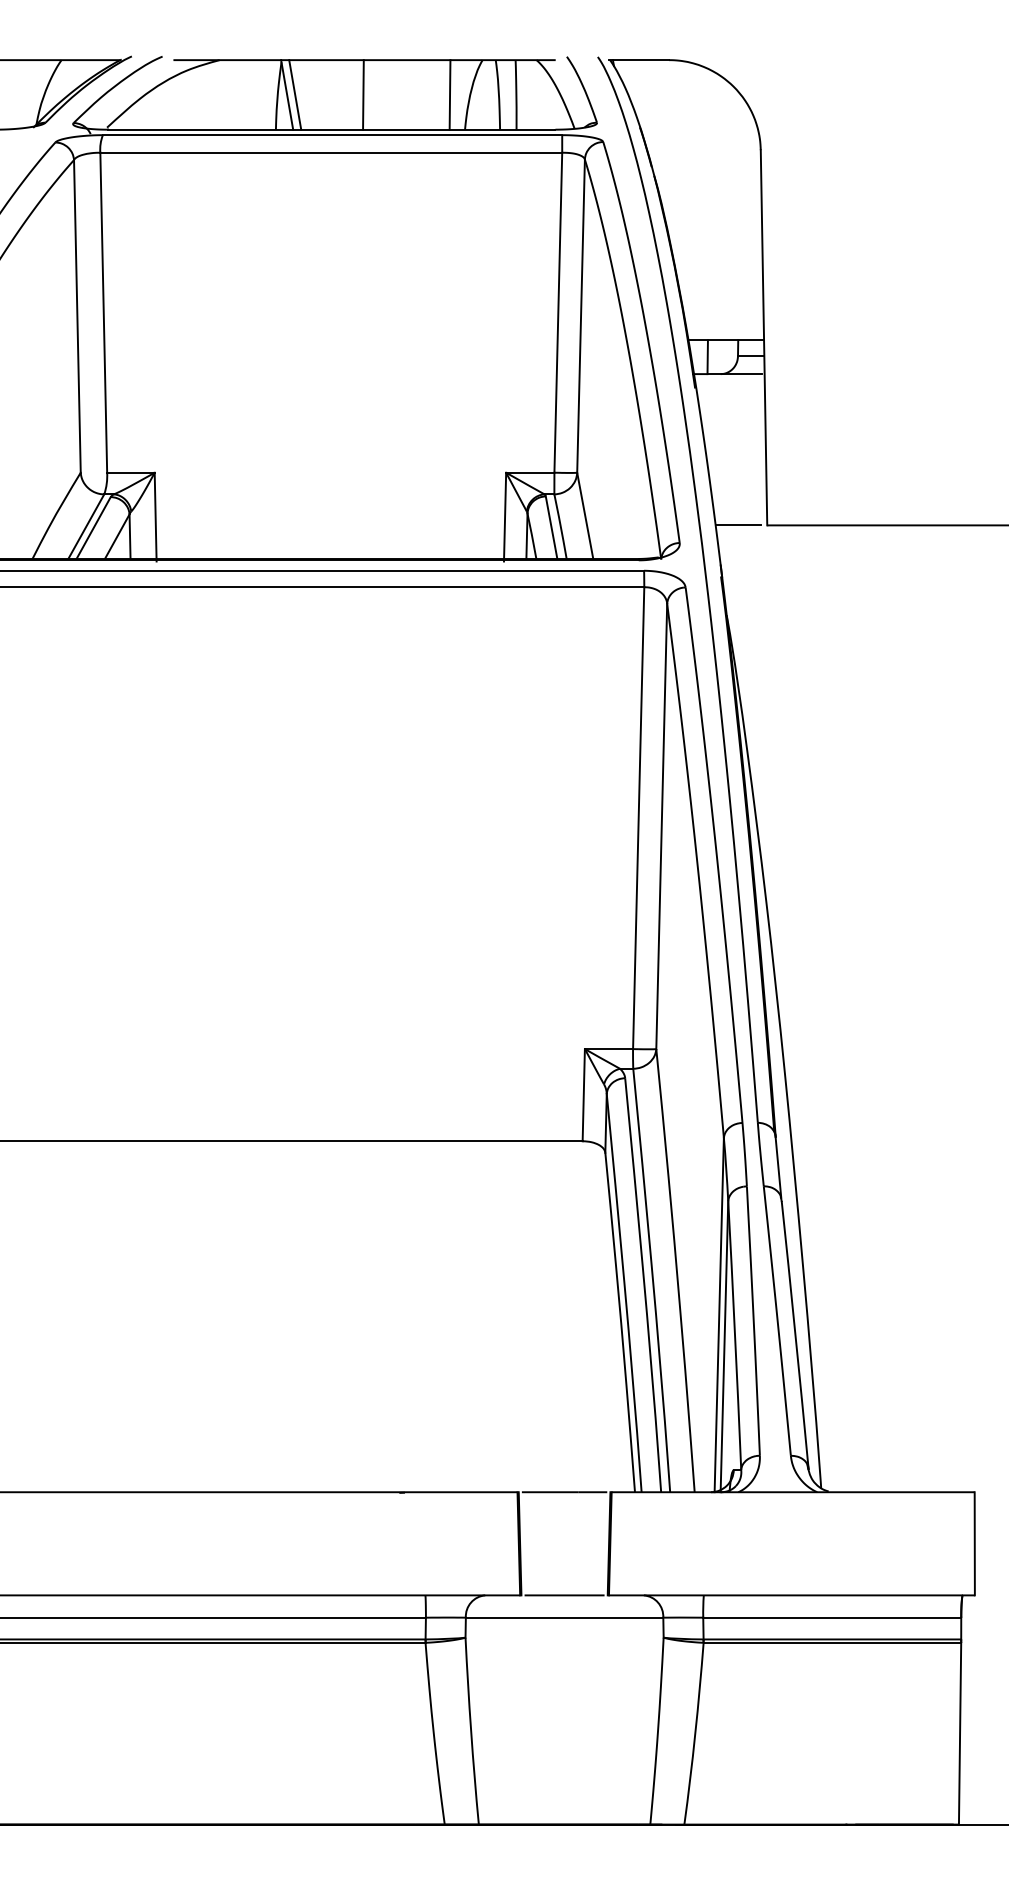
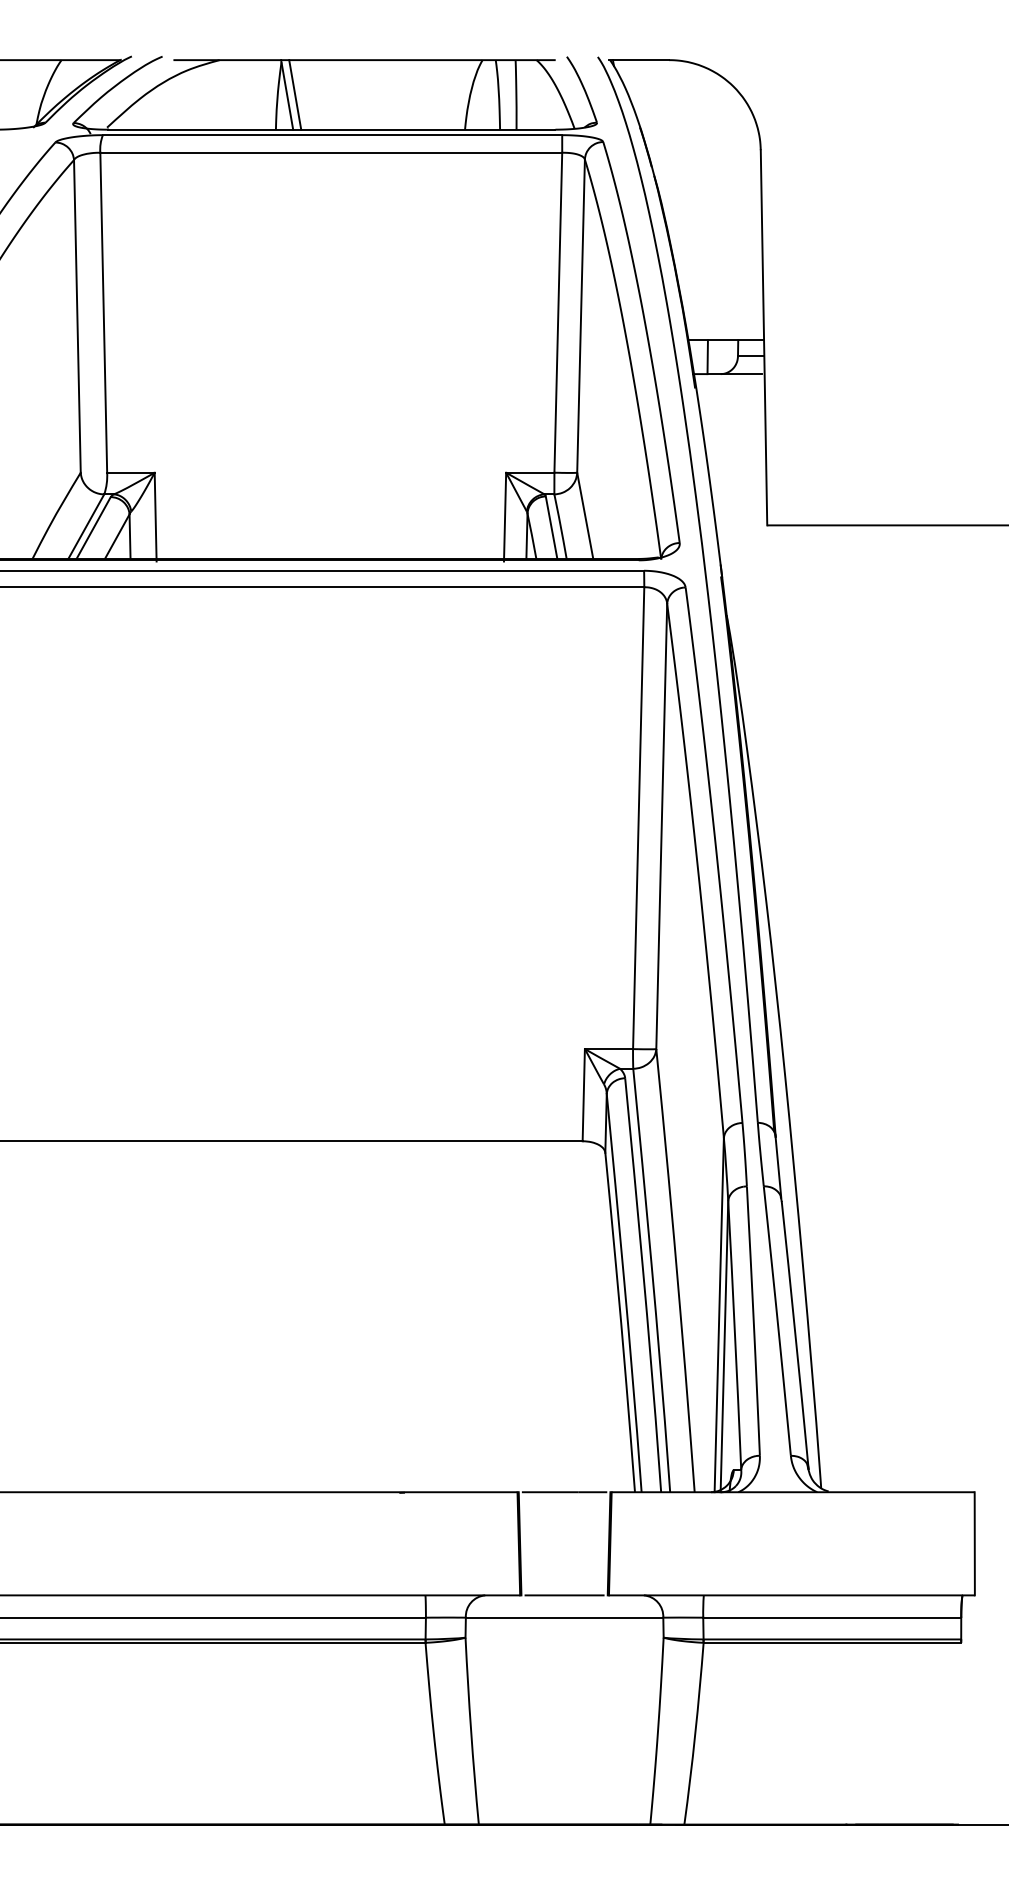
line at (363, 94): present -> none
line at (449, 94): present -> none
line at (737, 525): present -> none
line at (959, 1733): present -> none
